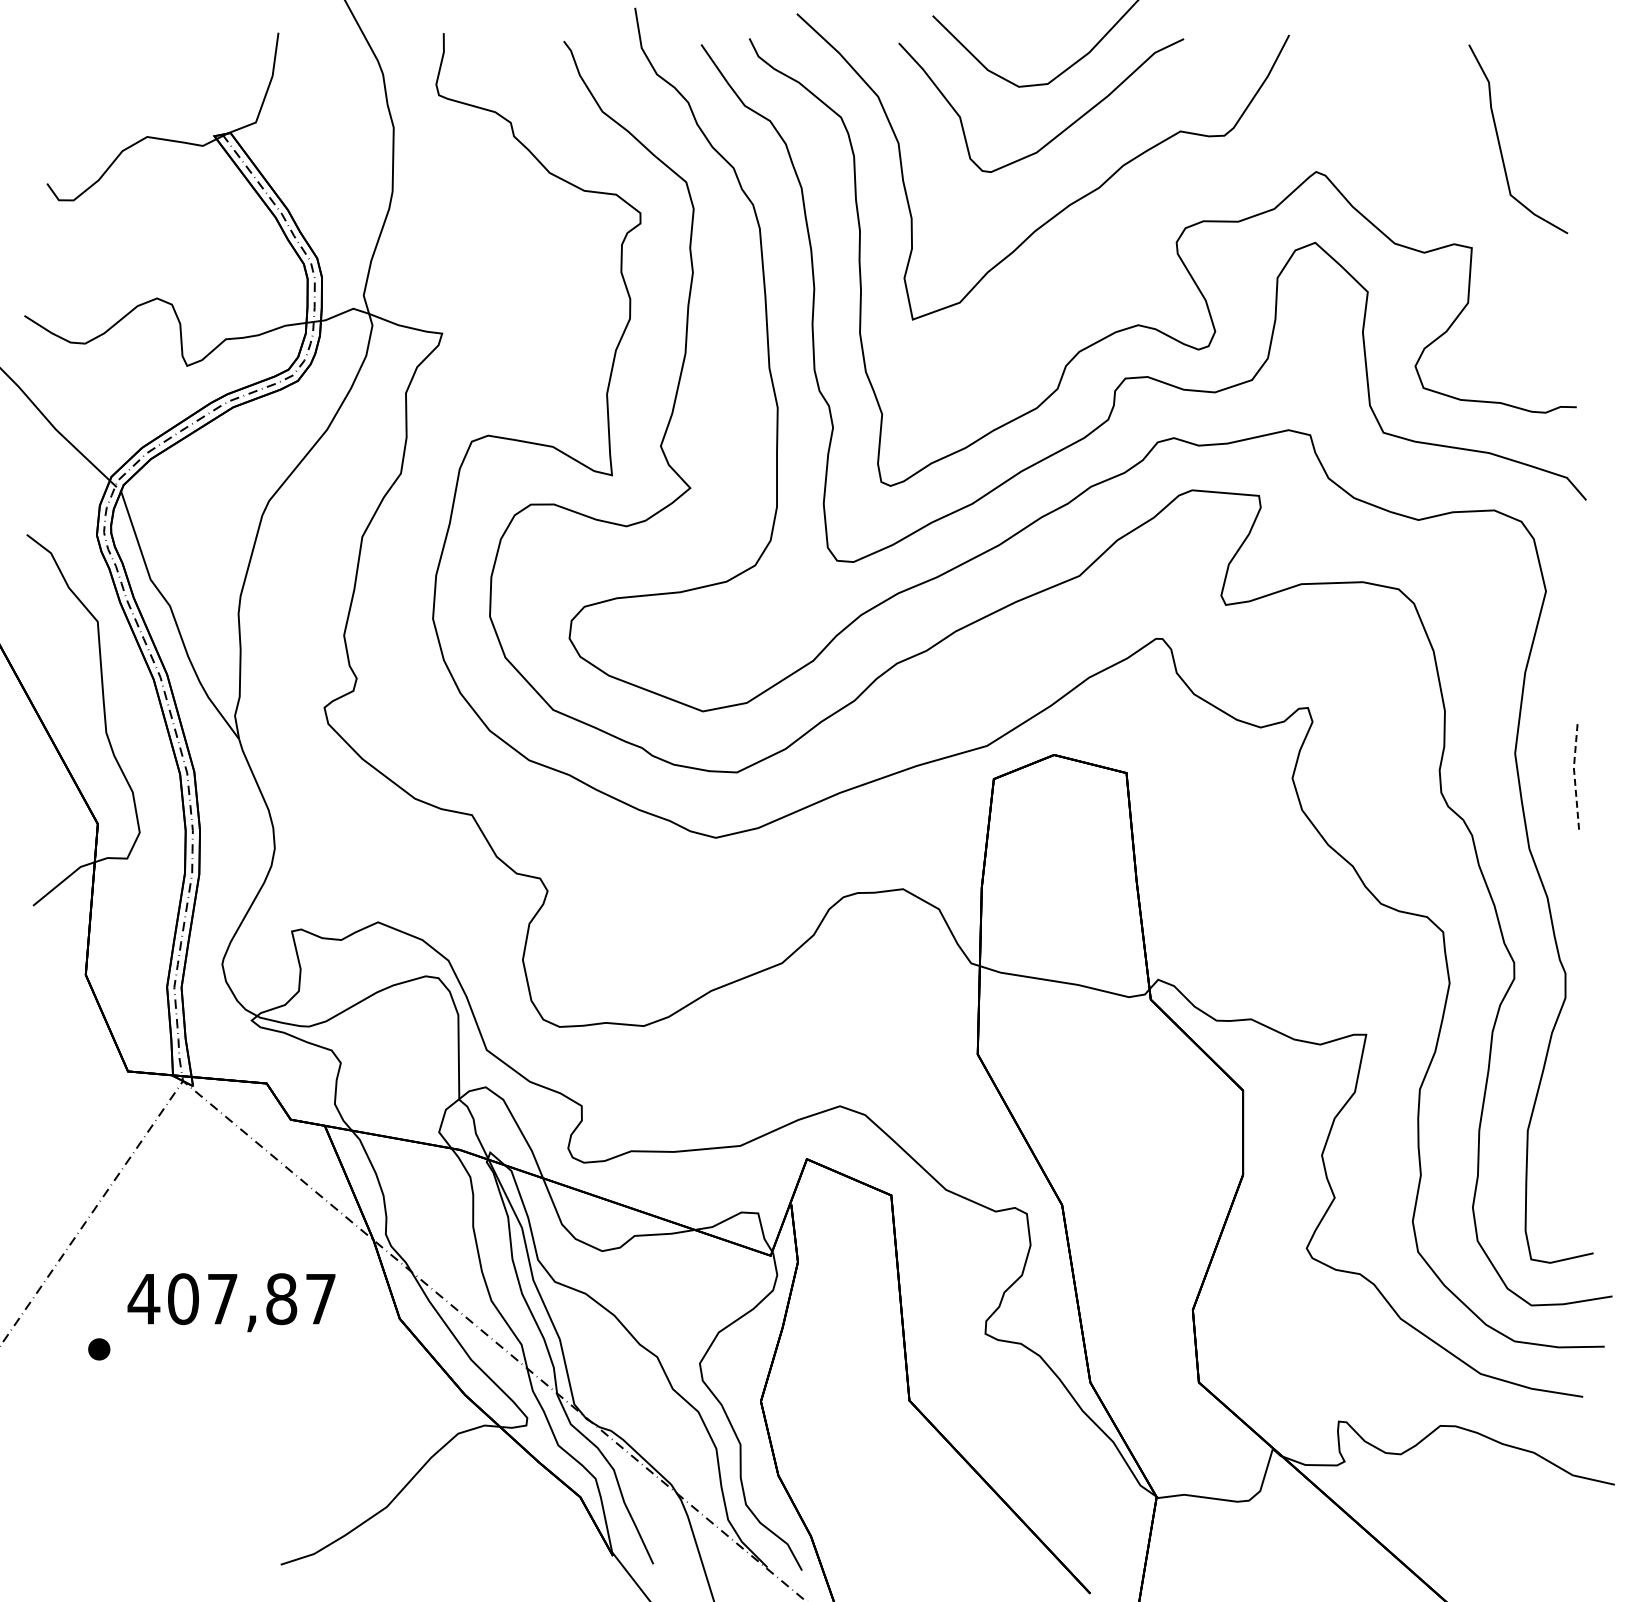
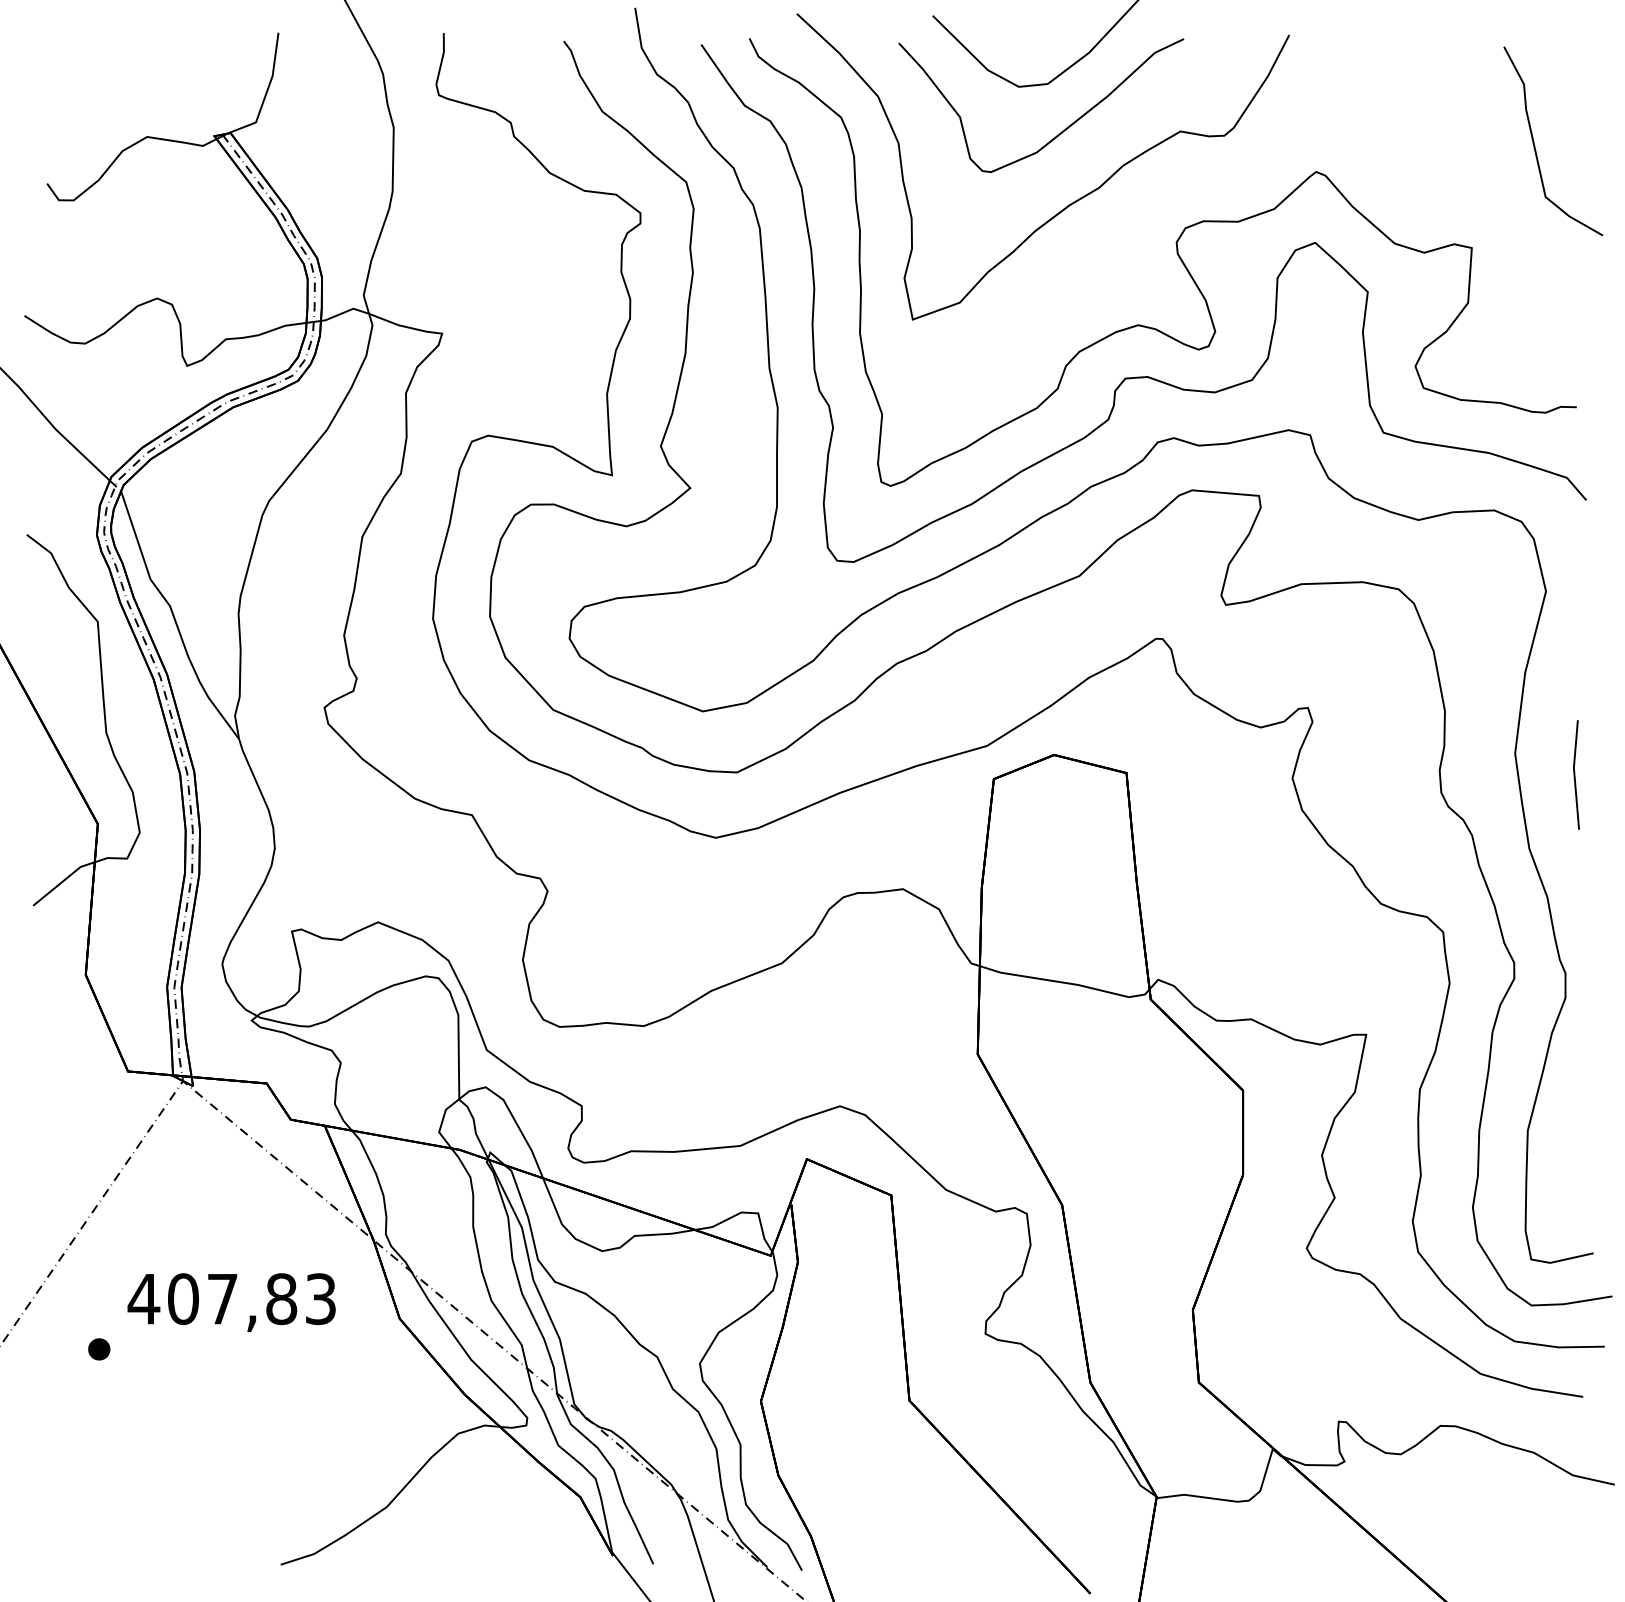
curve at (1500, 143) position: (1500, 143) -> (1535, 145)
line at (1574, 774): dashed -> solid
text at (320, 1299): 407,87 -> 407,83
